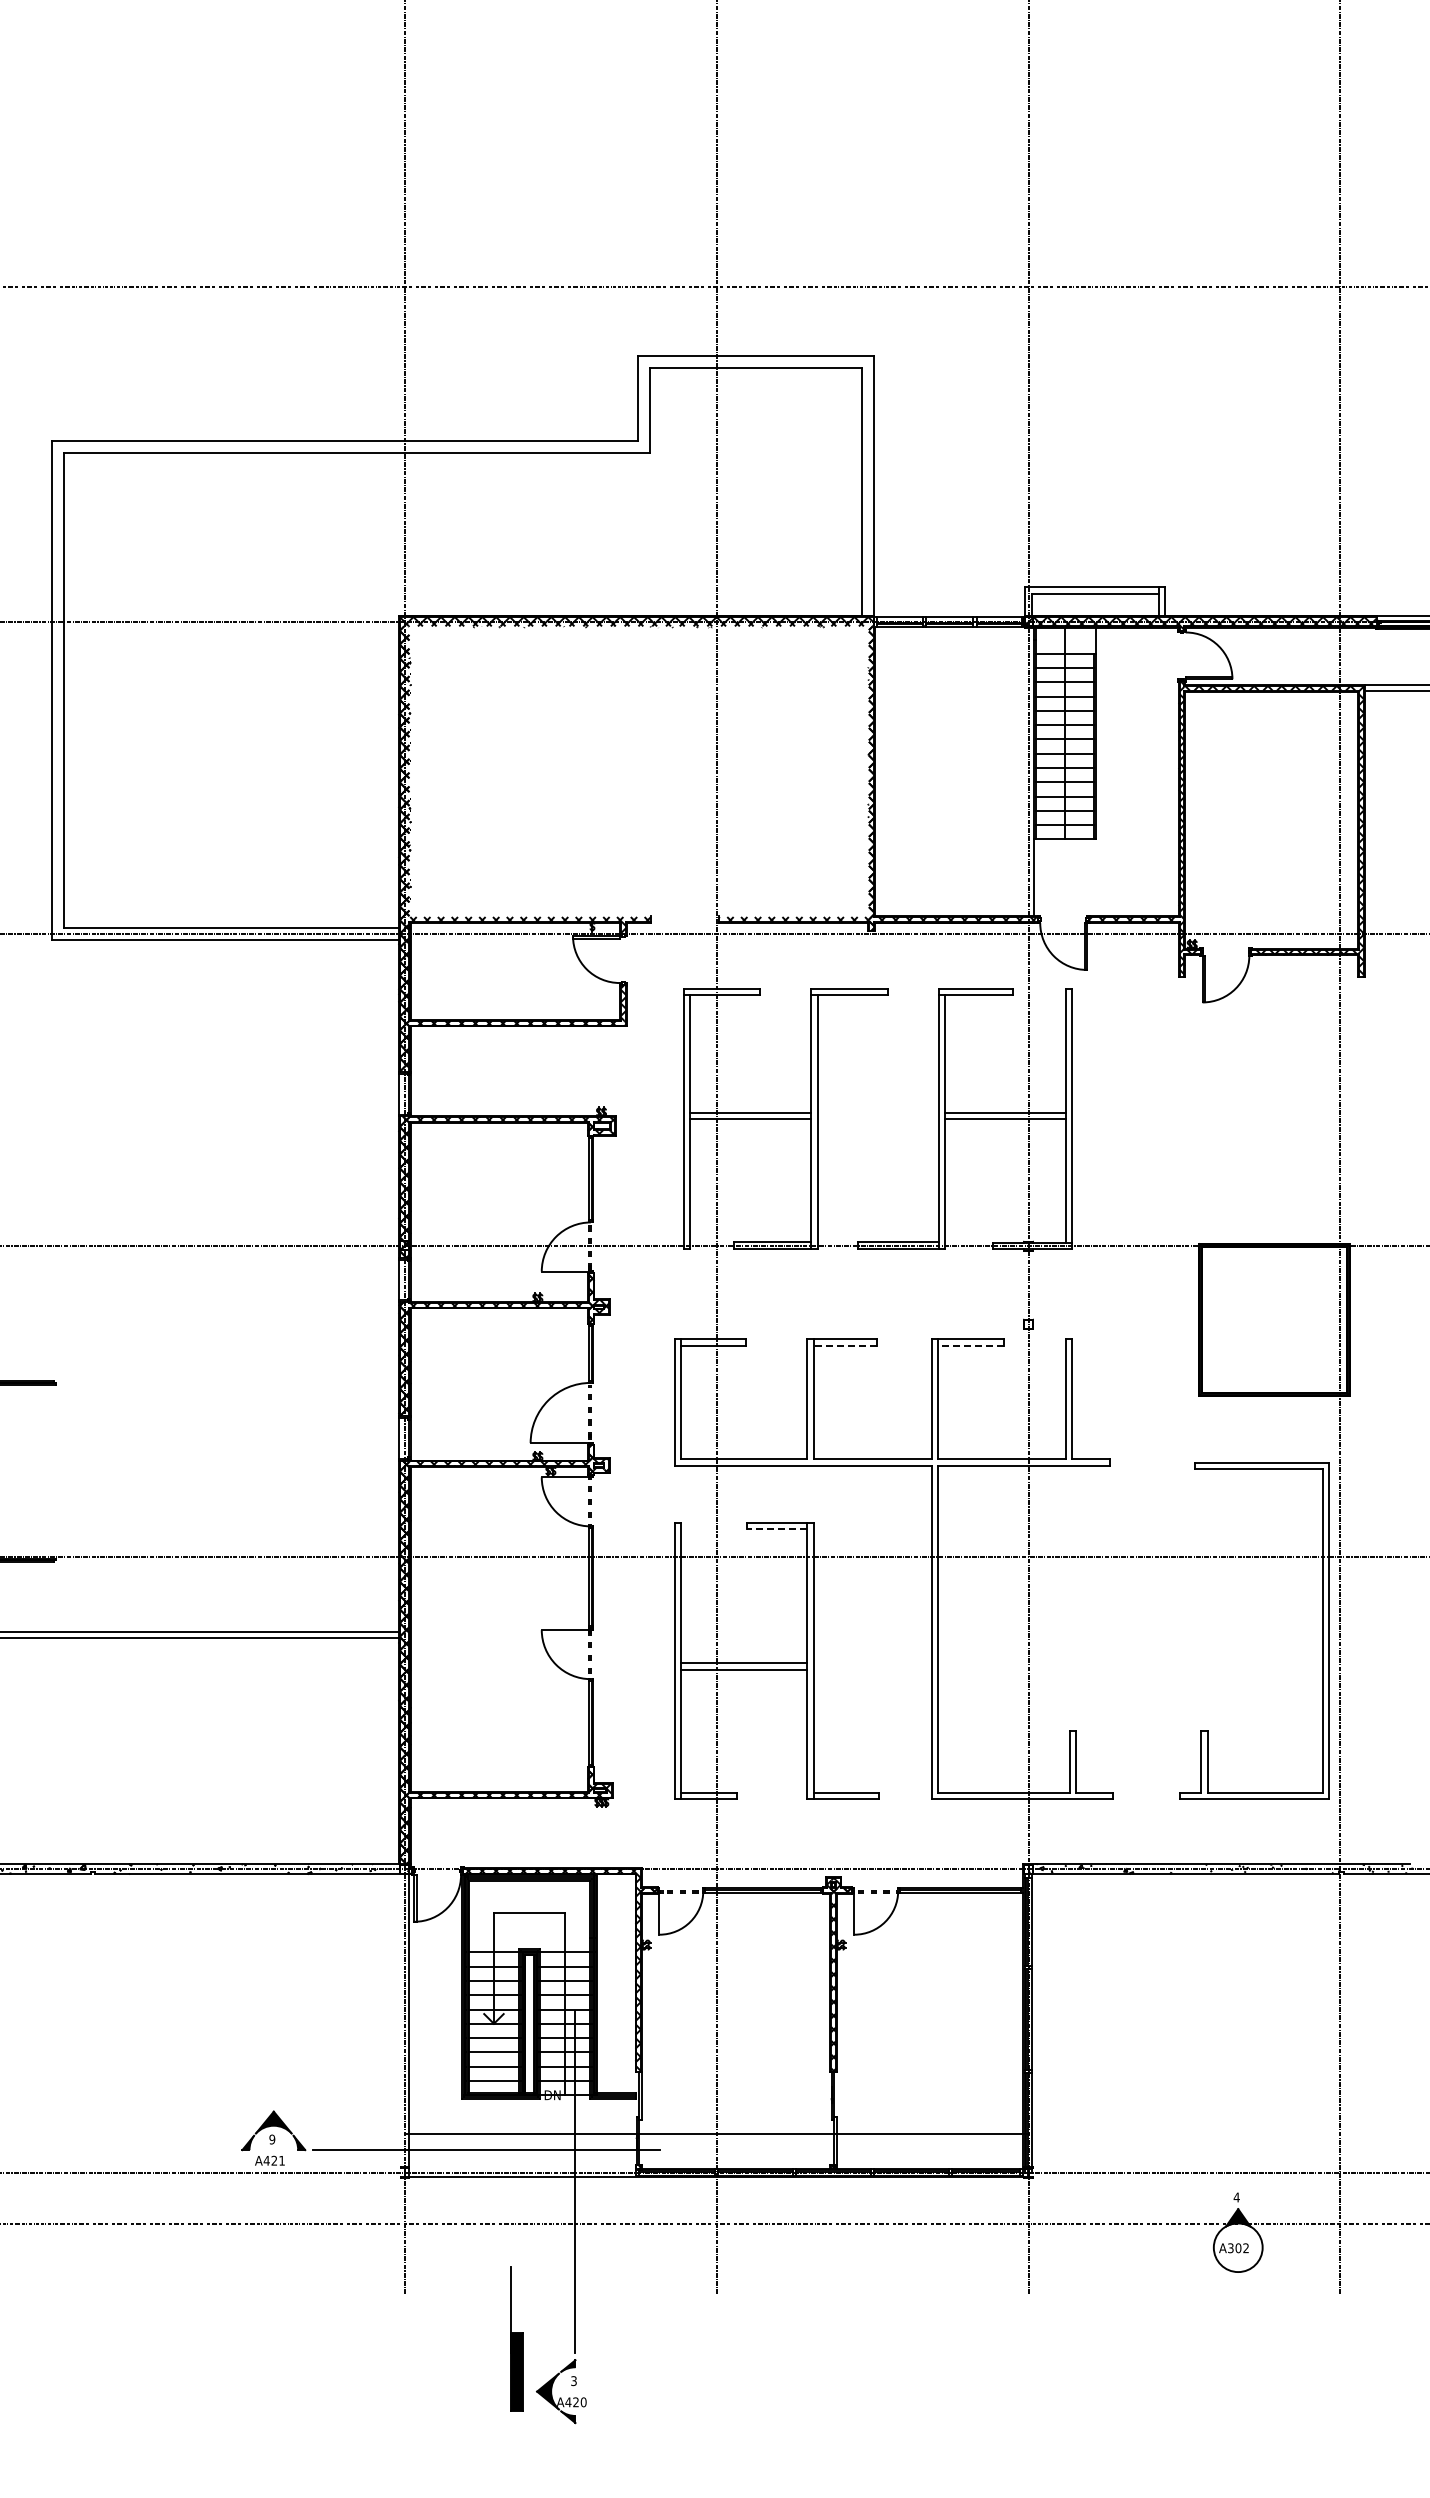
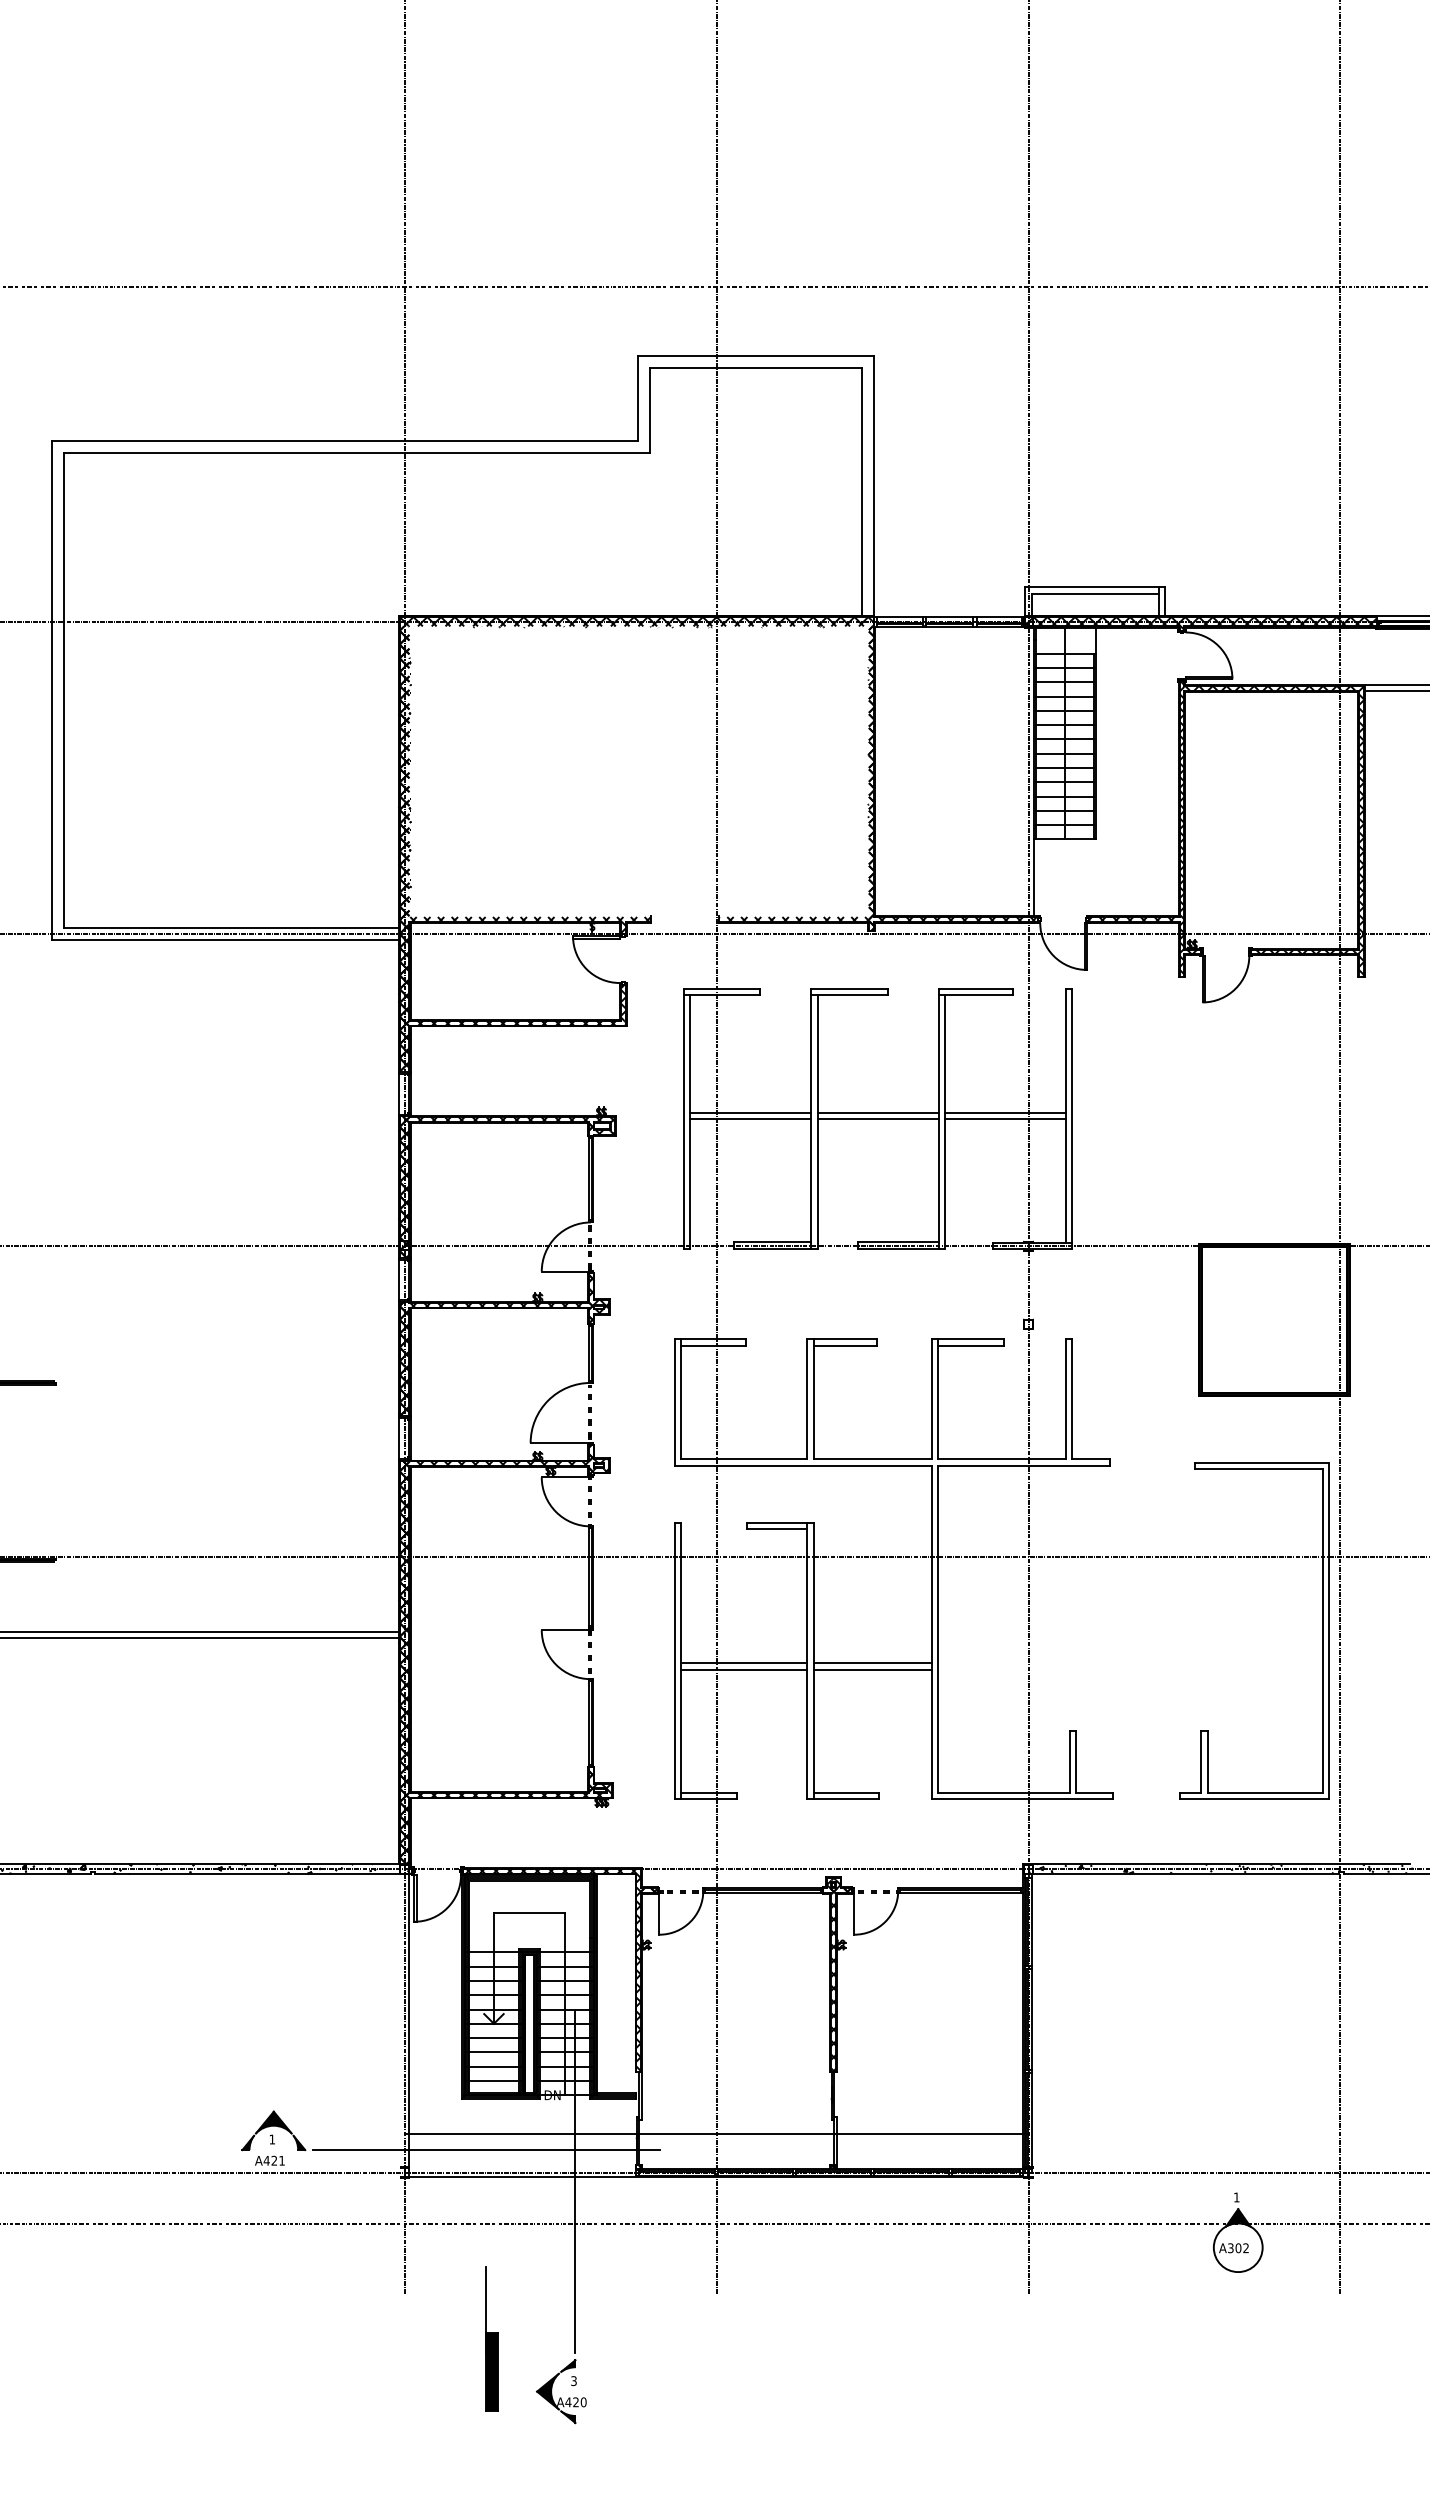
line at (877, 1113): none -> present
line at (877, 1119): none -> present
line at (845, 1345): dashed -> solid
line at (971, 1345): dashed -> solid
line at (776, 1529): dashed -> solid
line at (872, 1663): none -> present
line at (872, 1669): none -> present
text at (272, 2139): 9 -> 1
text at (1236, 2197): 4 -> 1
part at (516, 2338) position: (516, 2338) -> (491, 2338)
